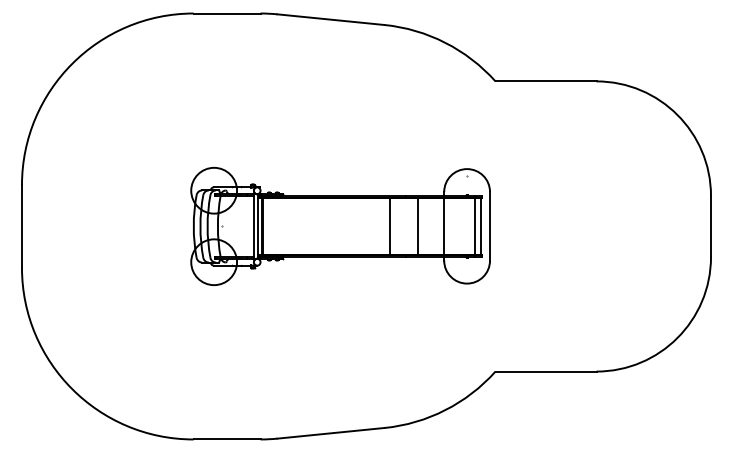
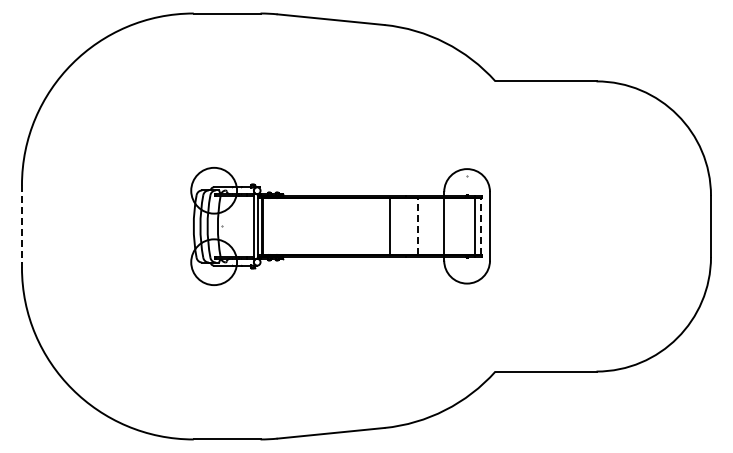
line at (21, 226): solid -> dashed
line at (417, 226): solid -> dashed
line at (480, 226): solid -> dashed
